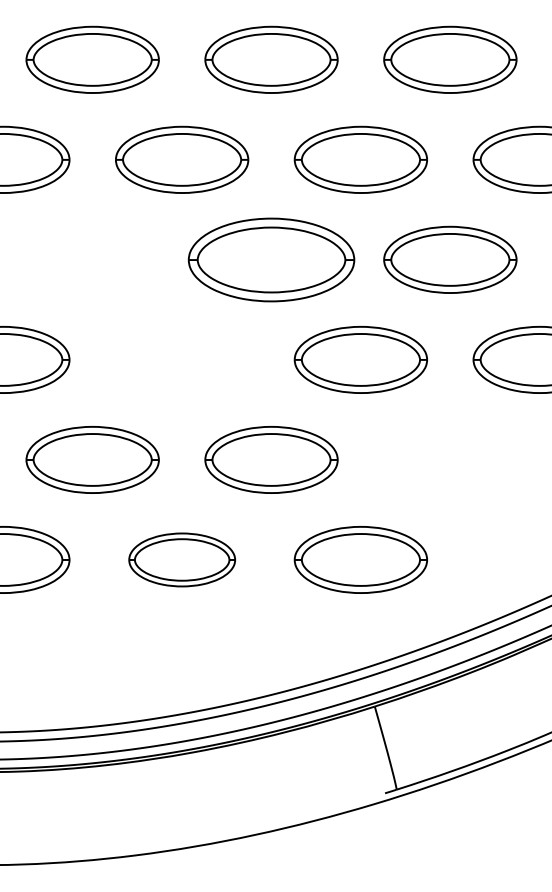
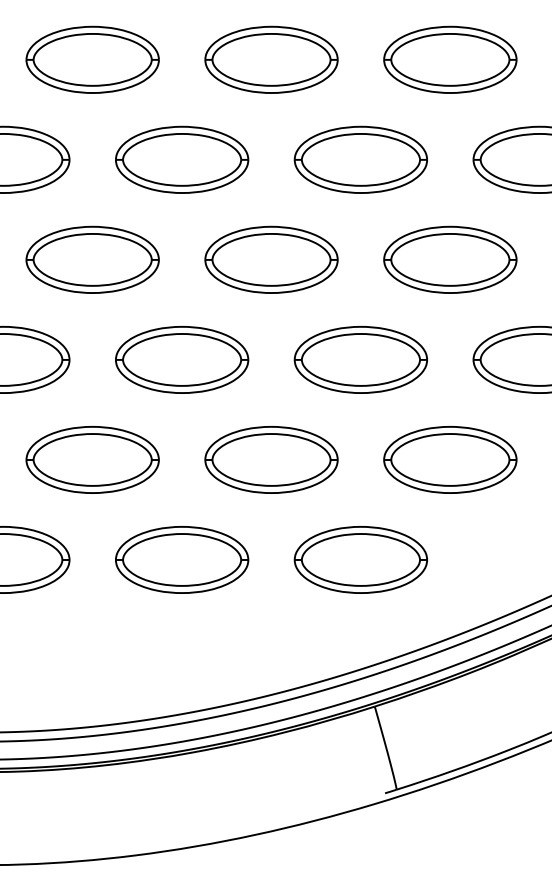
part at (92, 259): none -> present
part at (271, 259) size: 169x86 px -> 135x69 px
part at (182, 359): none -> present
part at (450, 459): none -> present
part at (182, 559) size: 109x56 px -> 135x68 px
